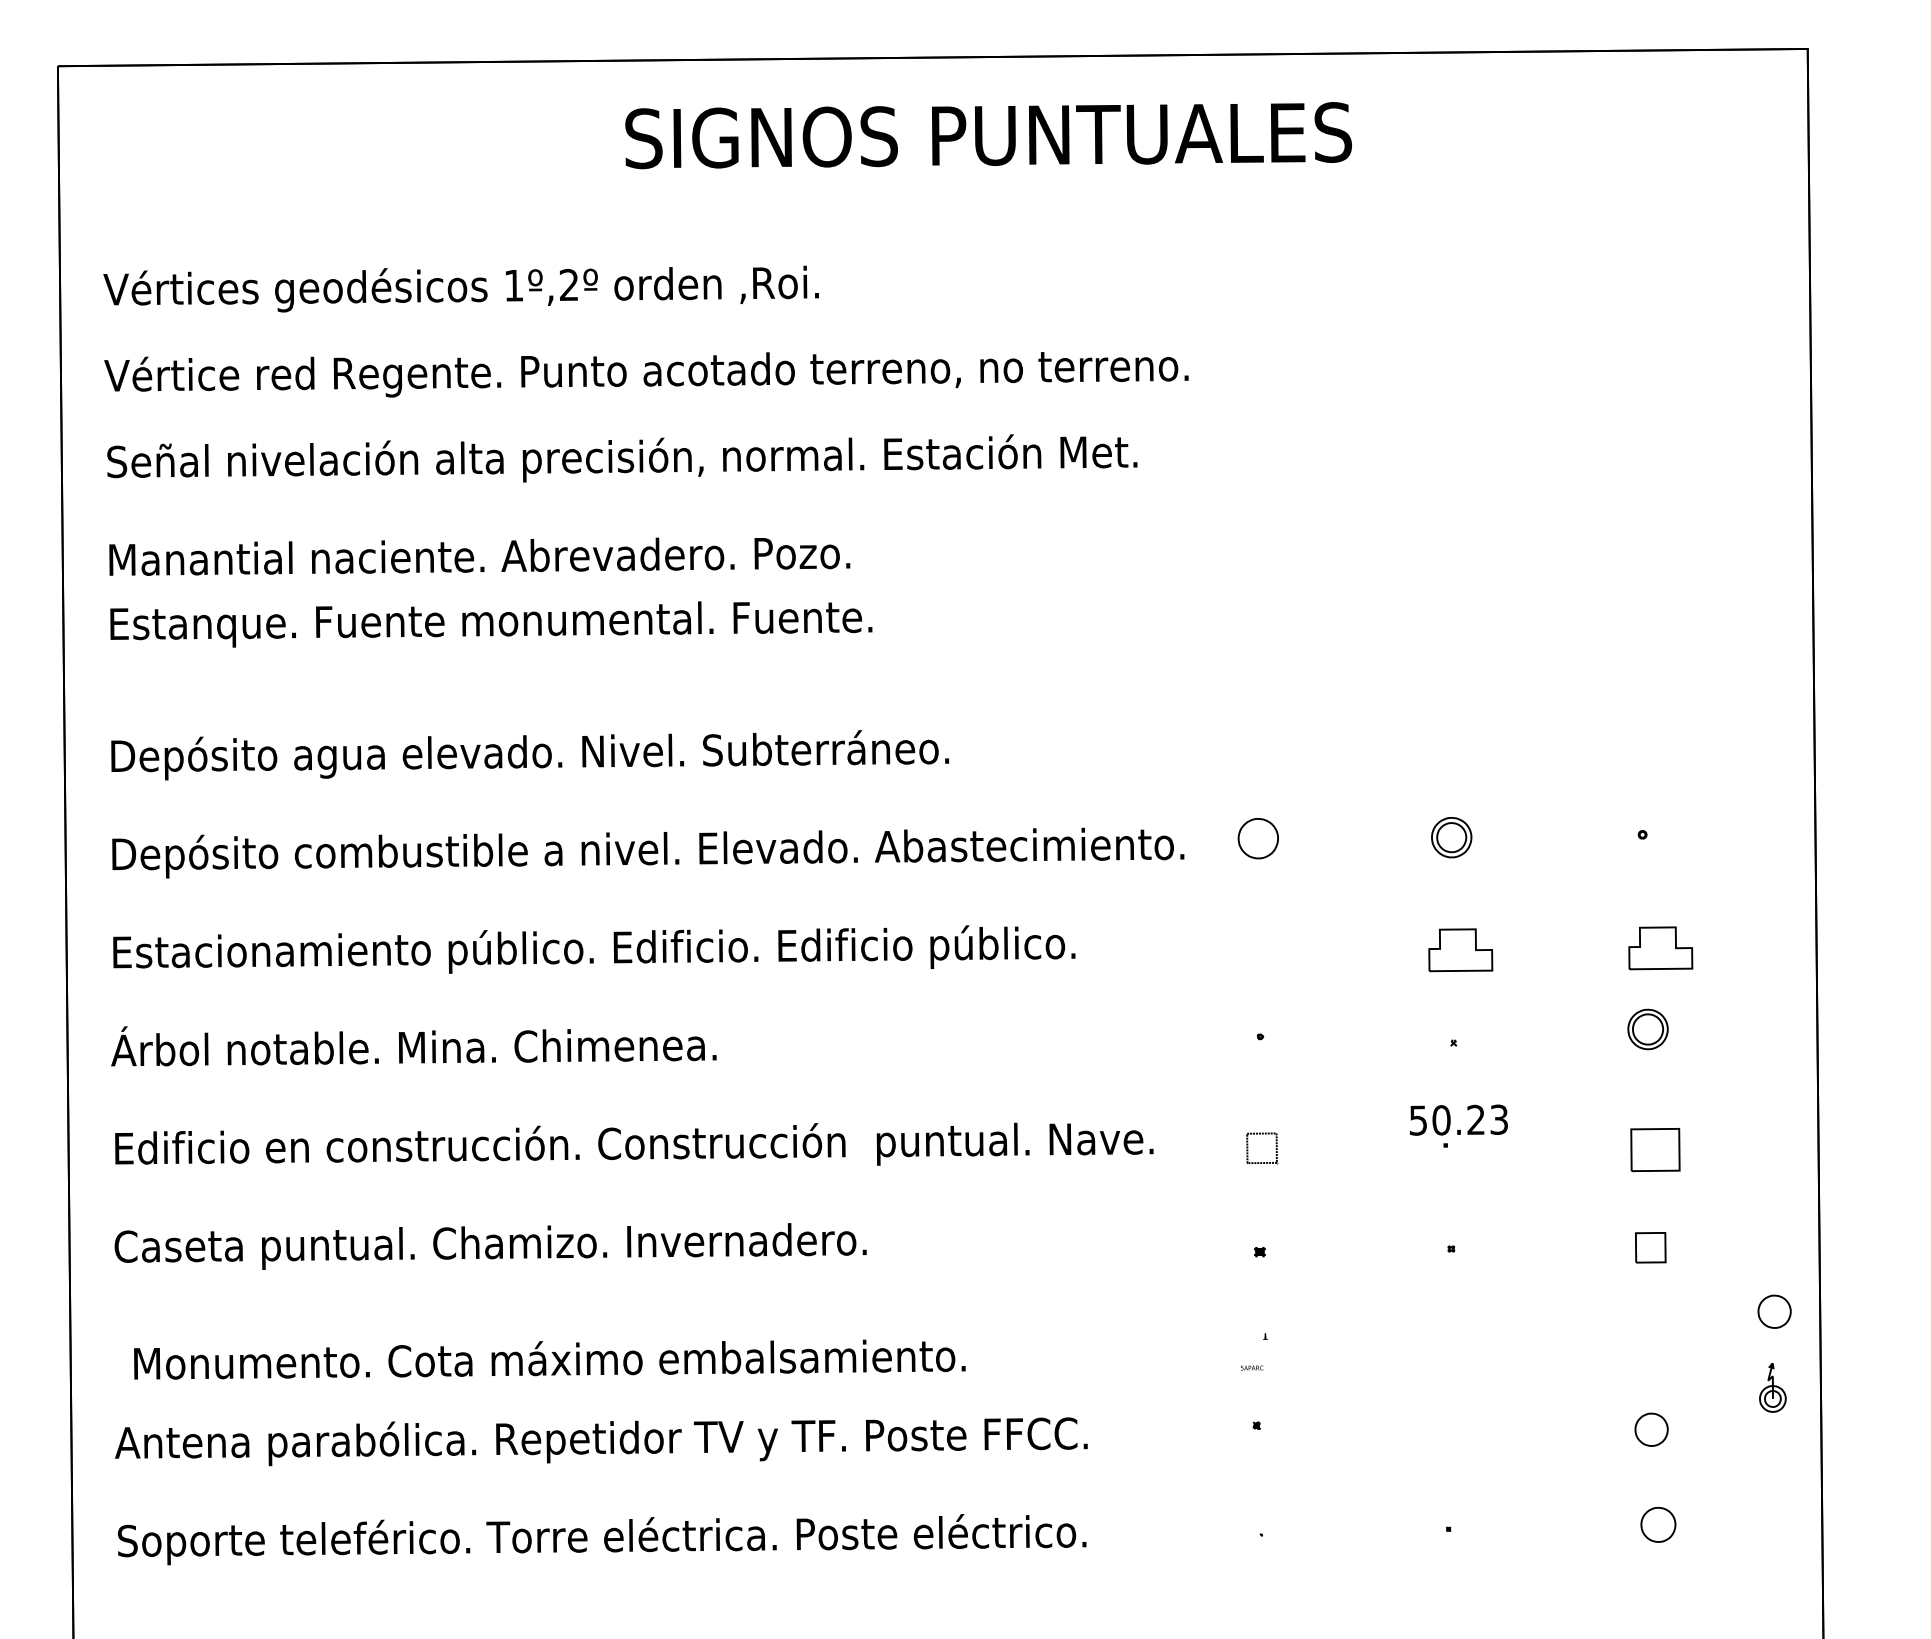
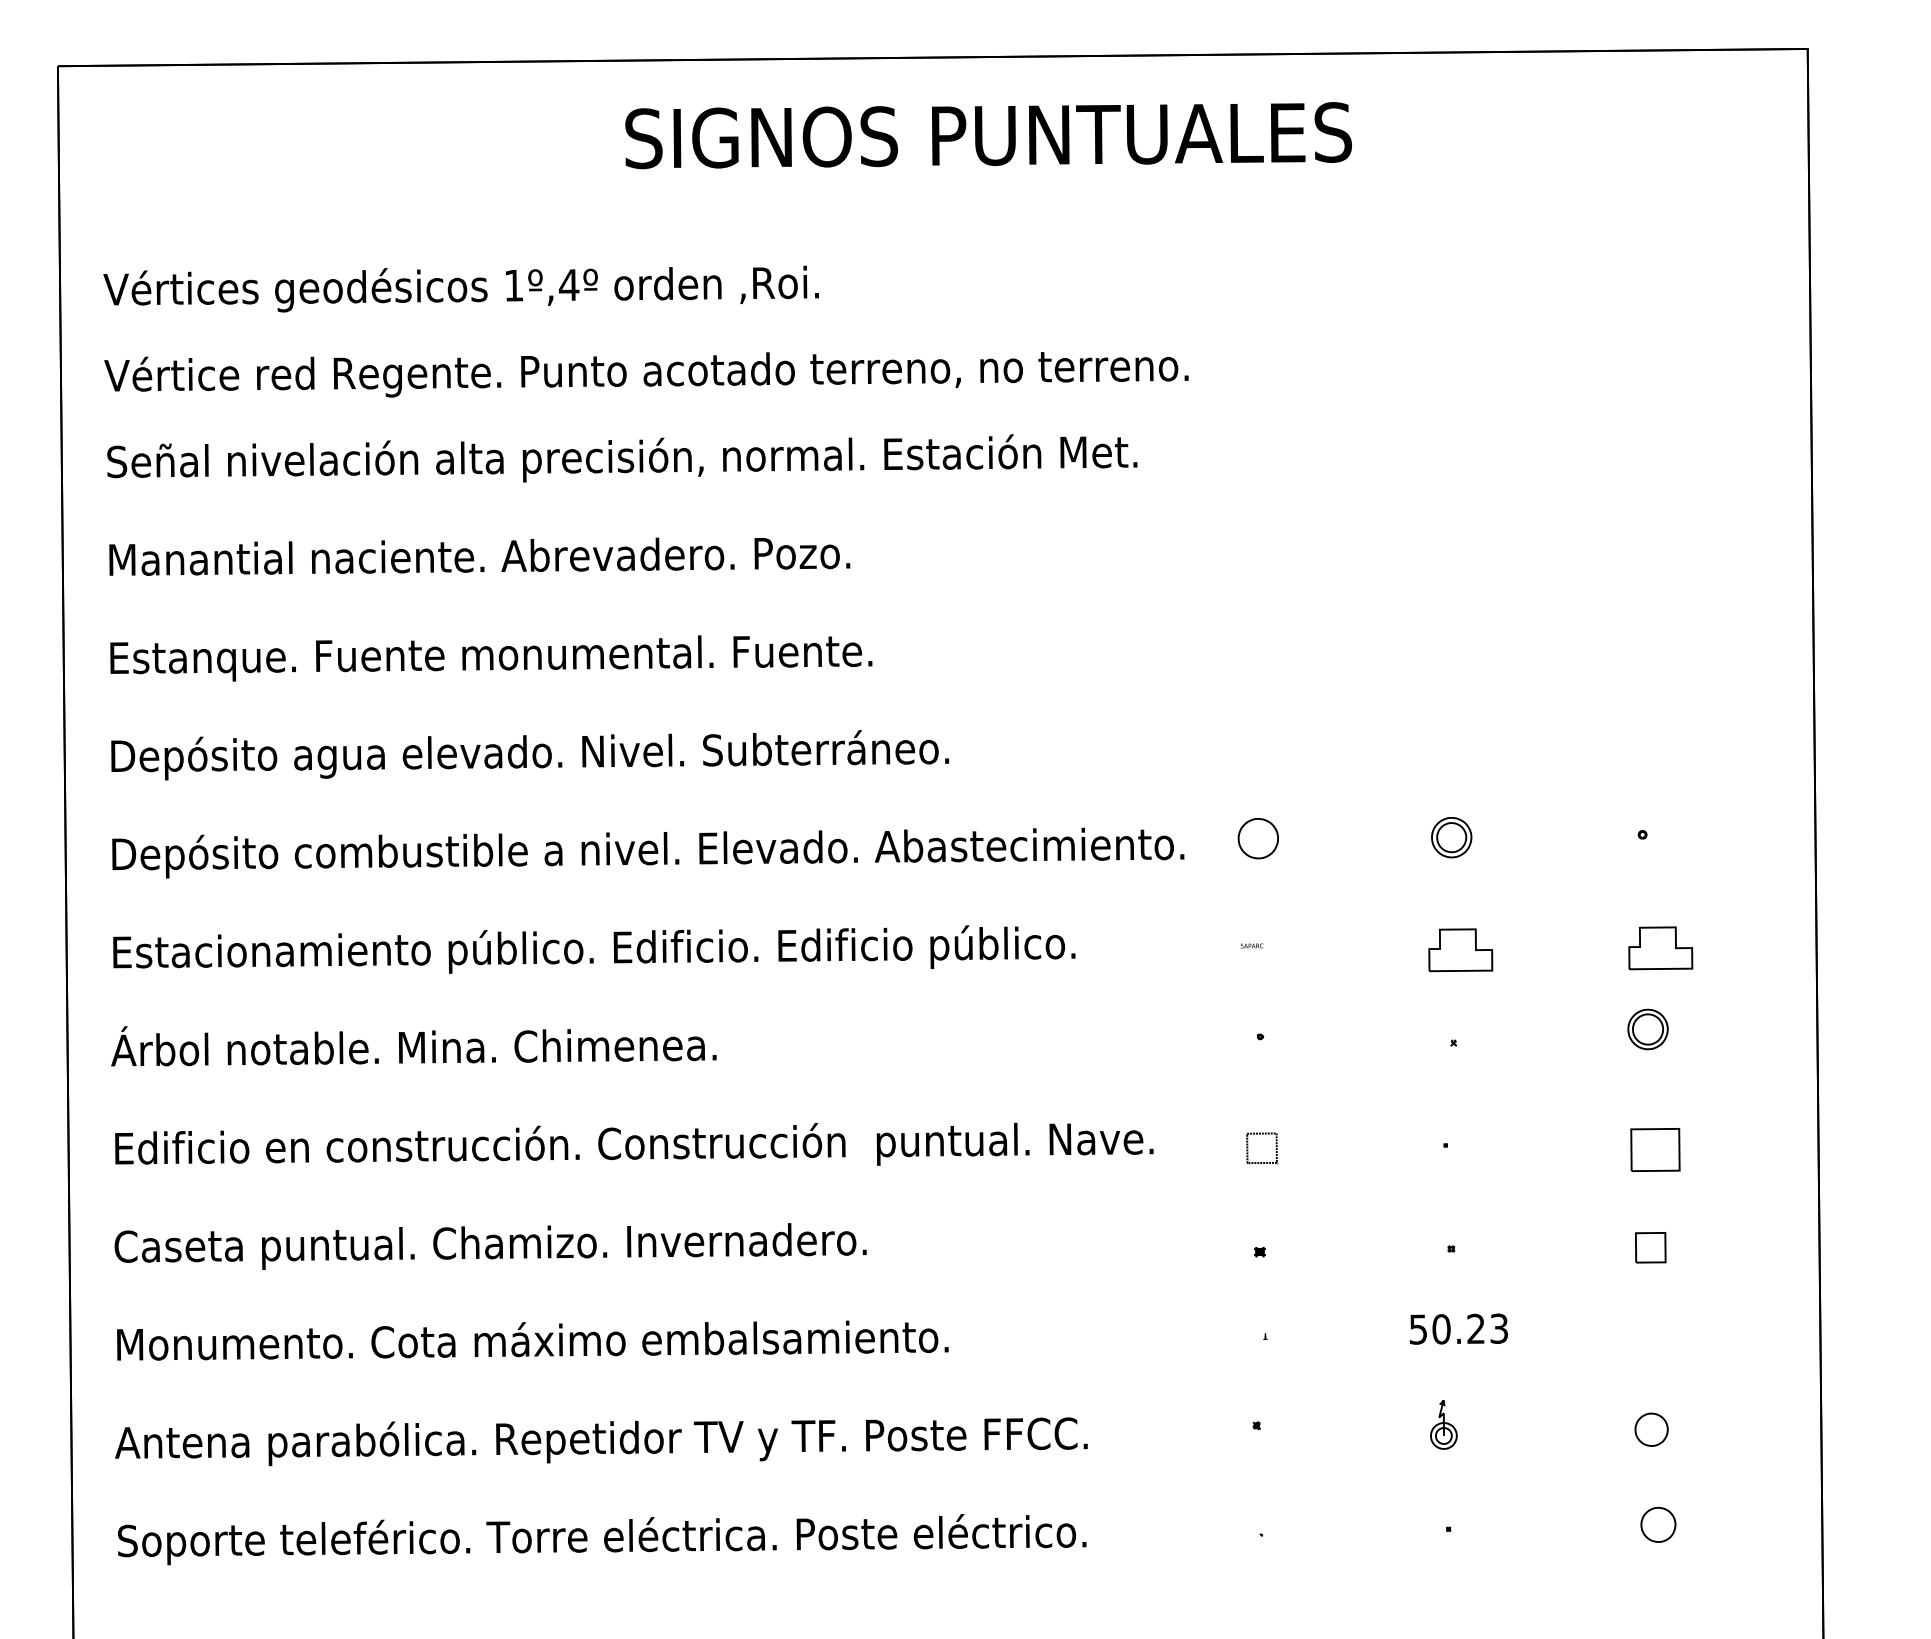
text at (569, 284): 1º,2º -> 1º,4º
text at (491, 624) position: (491, 624) -> (491, 658)
text at (1458, 1119) position: (1458, 1119) -> (1458, 1328)
part at (1774, 1311): present -> none
text at (549, 1359) position: (549, 1359) -> (532, 1340)
text at (1252, 1367) position: (1252, 1367) -> (1252, 945)
part at (1772, 1387) position: (1772, 1387) -> (1443, 1424)
